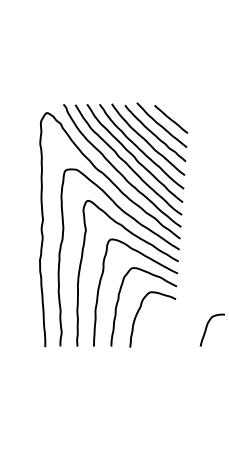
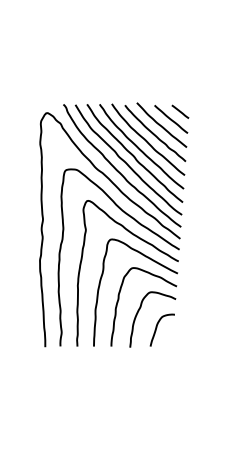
line at (180, 111): none -> present
curve at (207, 327) position: (207, 327) -> (157, 327)
